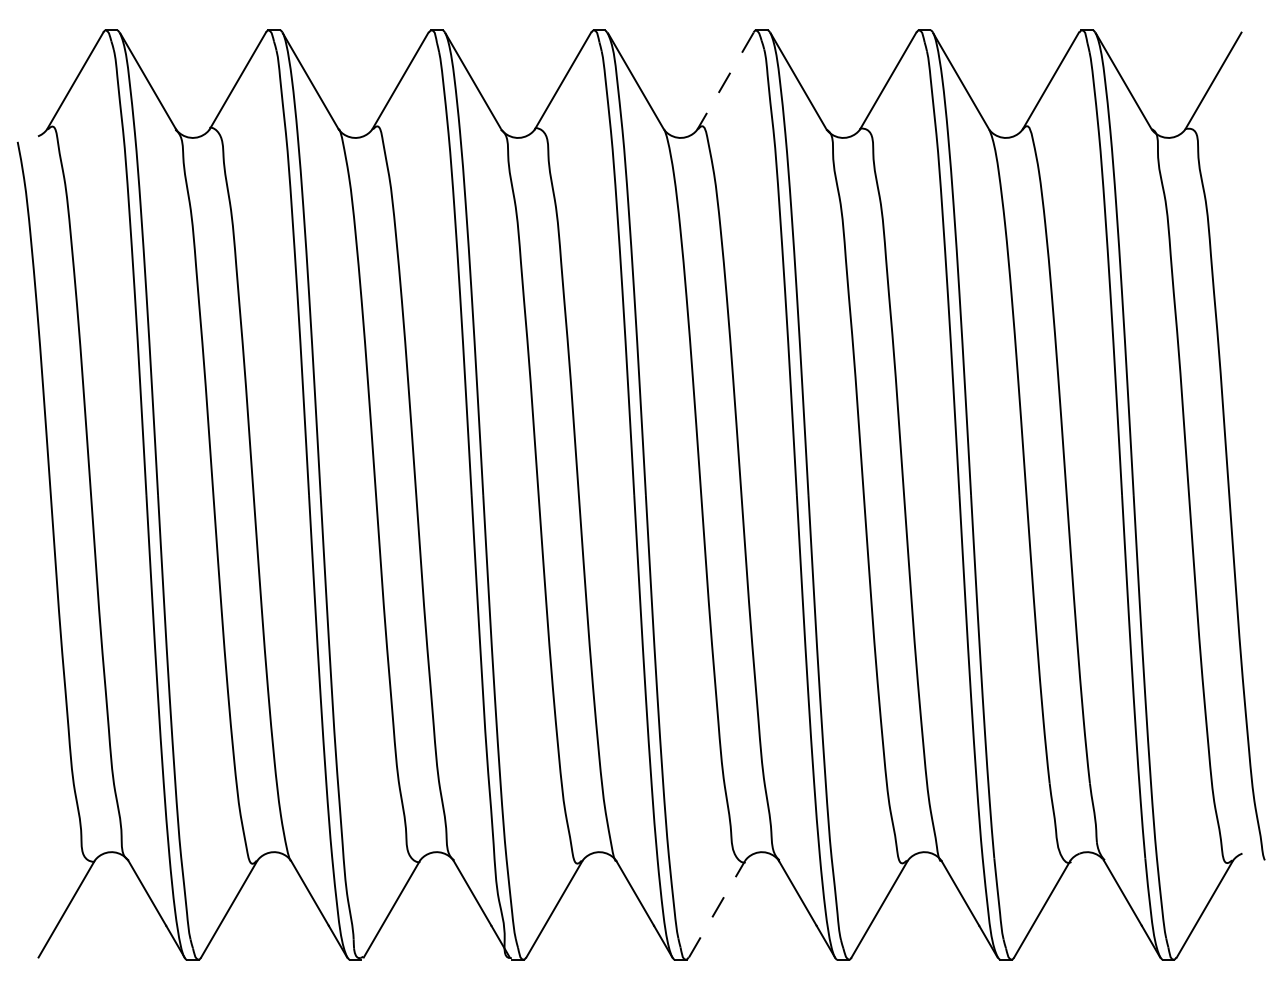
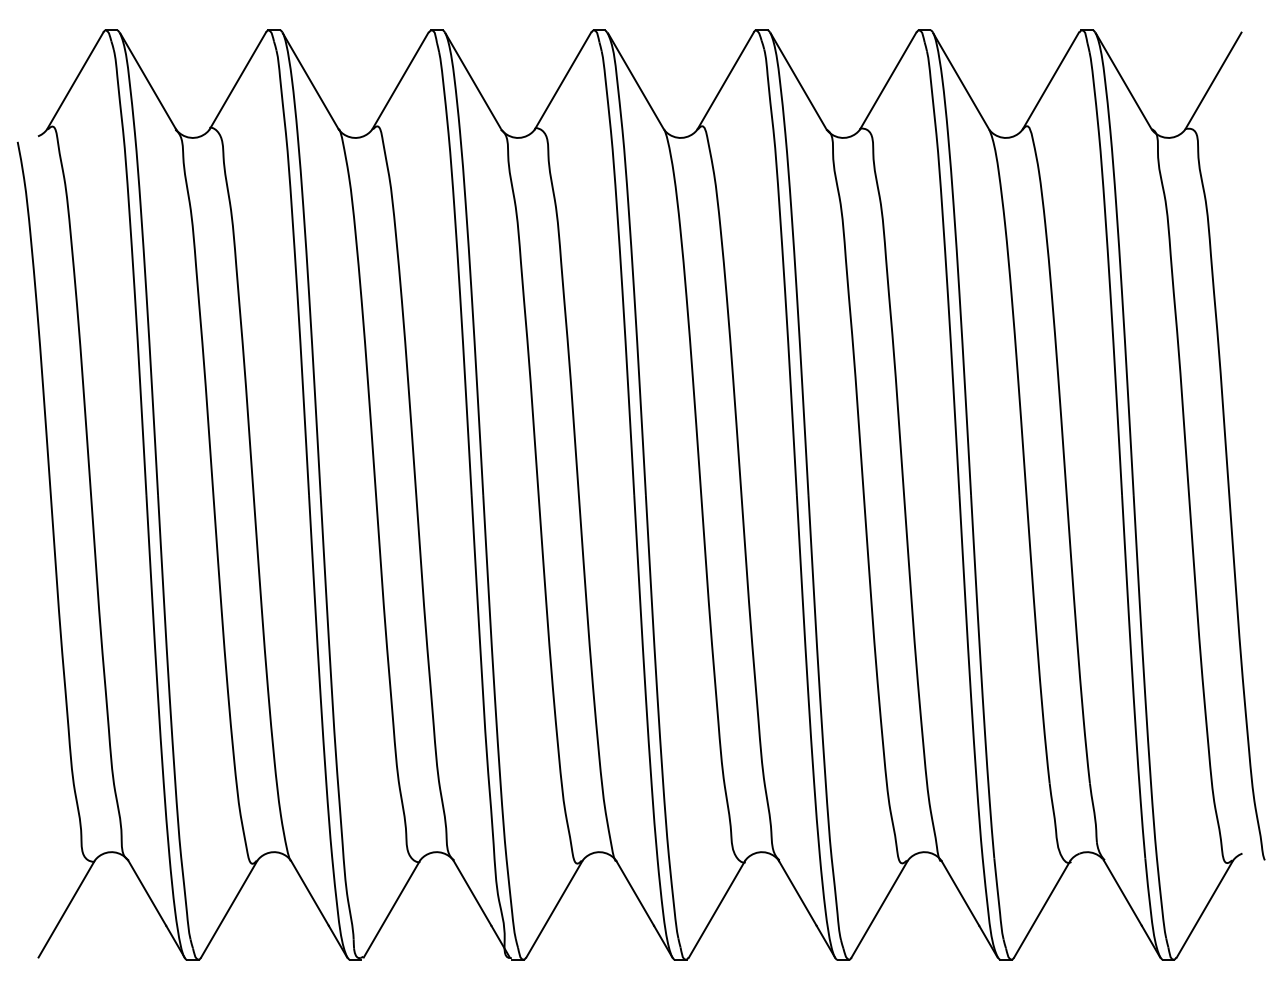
line at (725, 80): dashed -> solid
line at (717, 909): dashed -> solid
